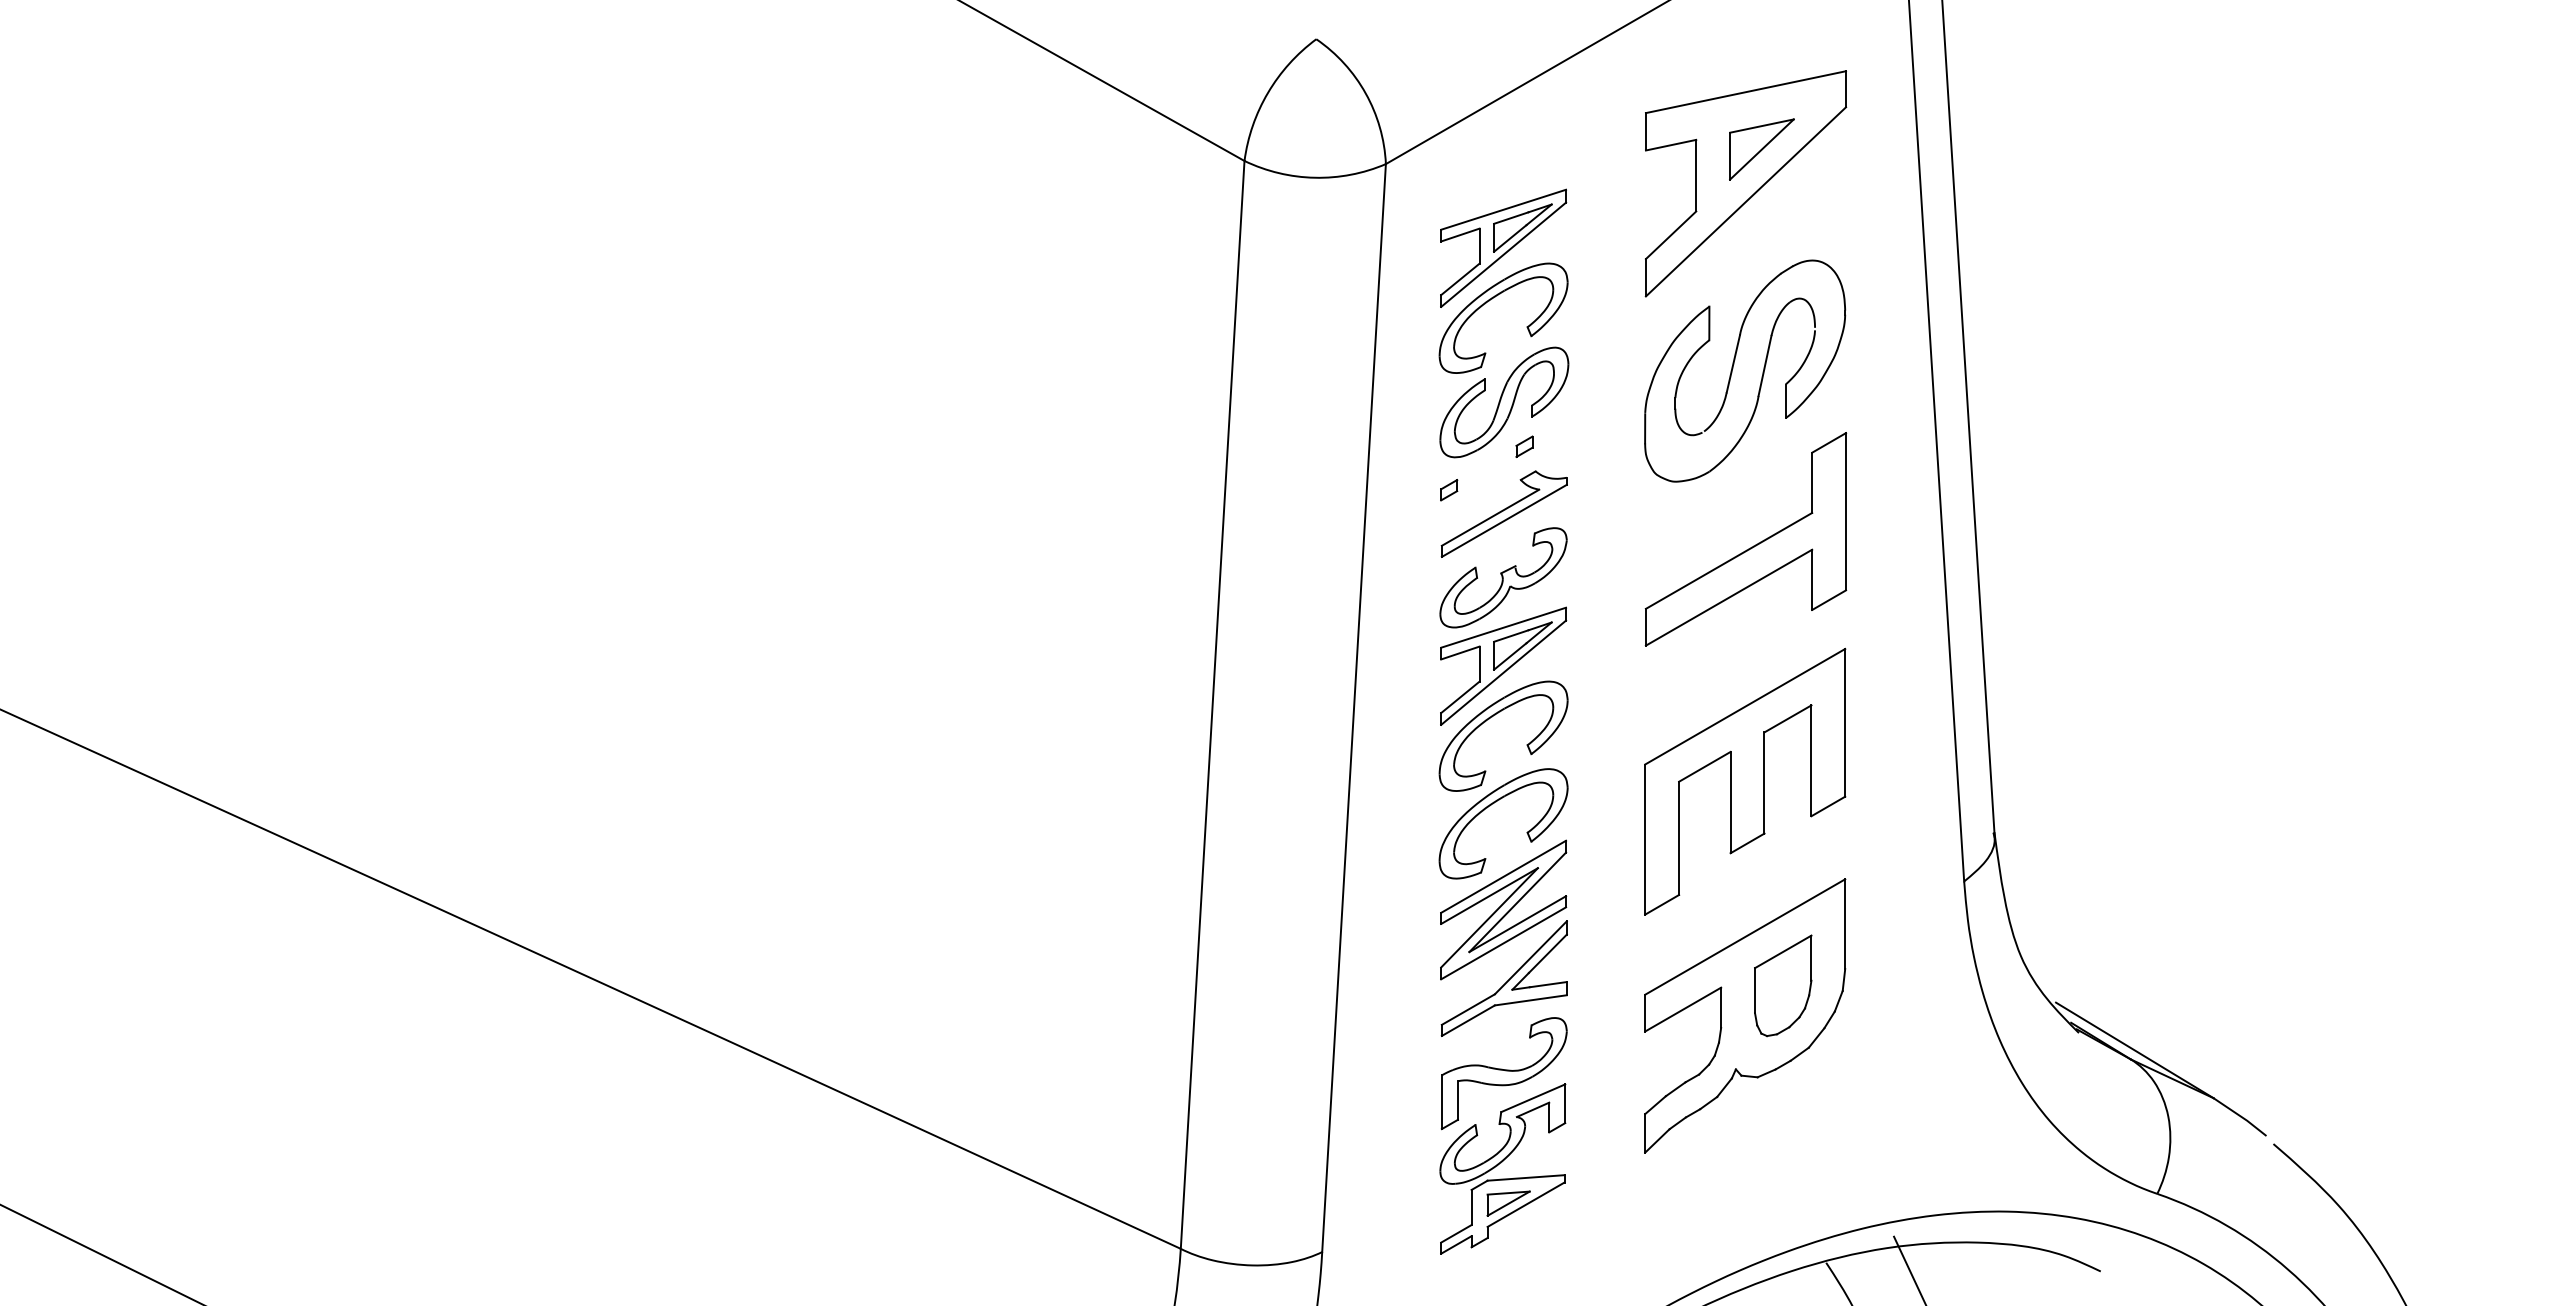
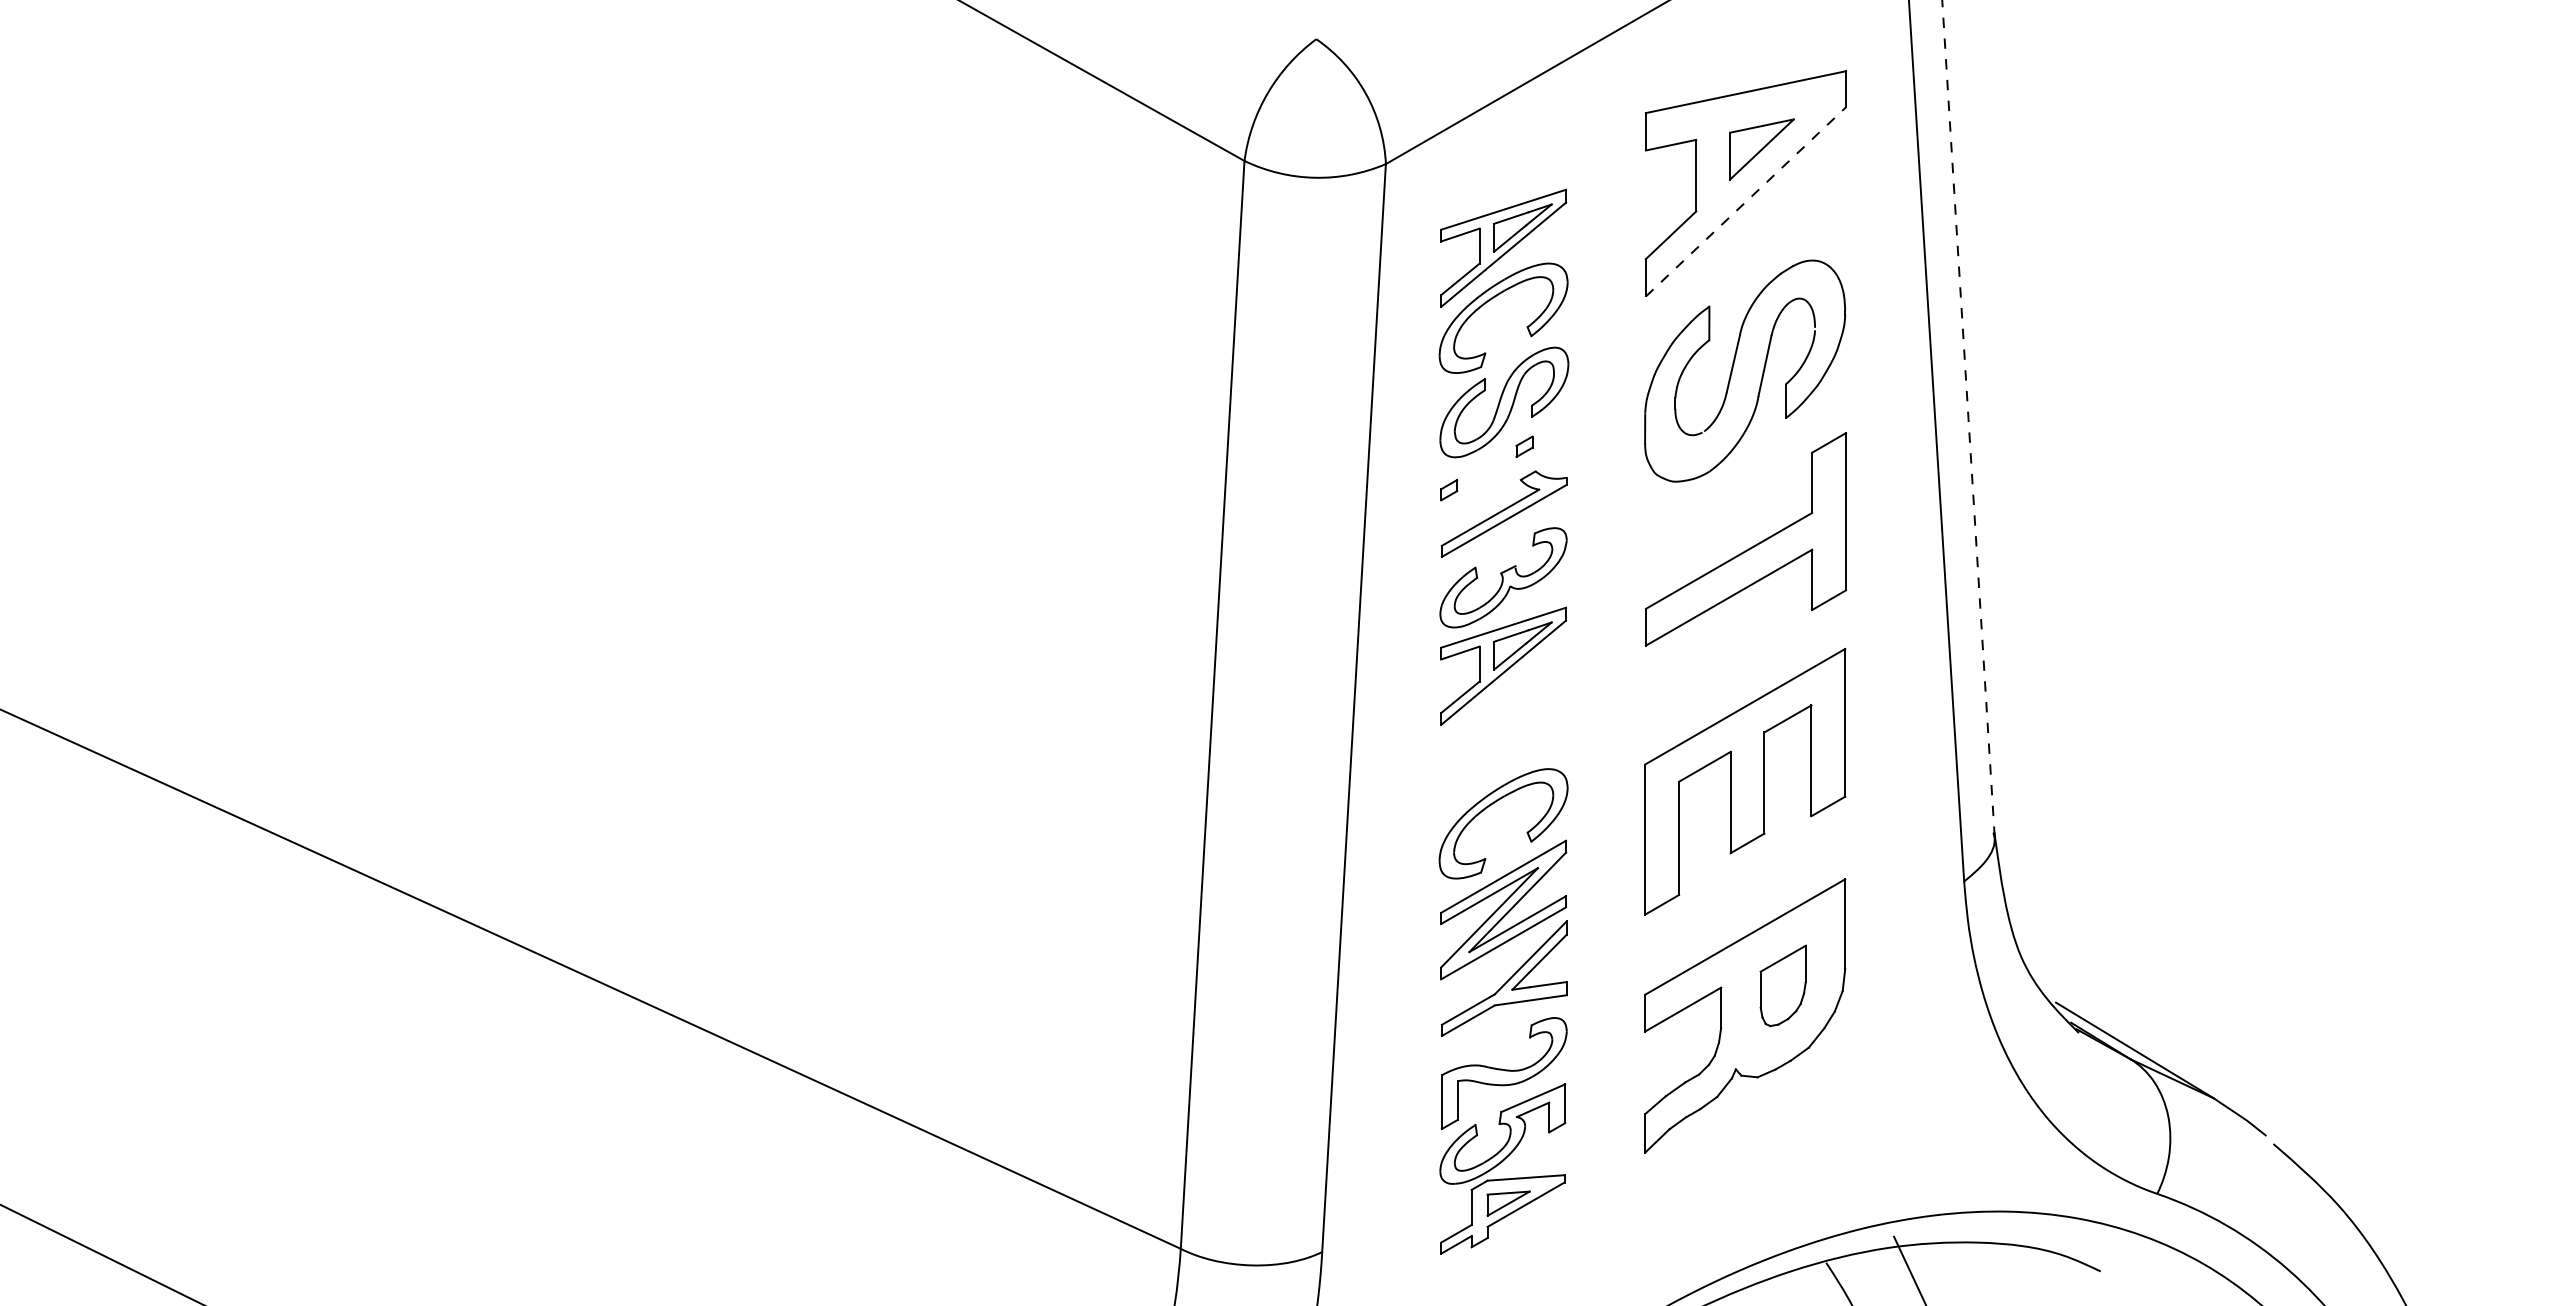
line at (1745, 201): solid -> dashed
line at (1968, 418): solid -> dashed
part at (1492, 717): present -> none
part at (1783, 985) size: 59x104 px -> 48x84 px
